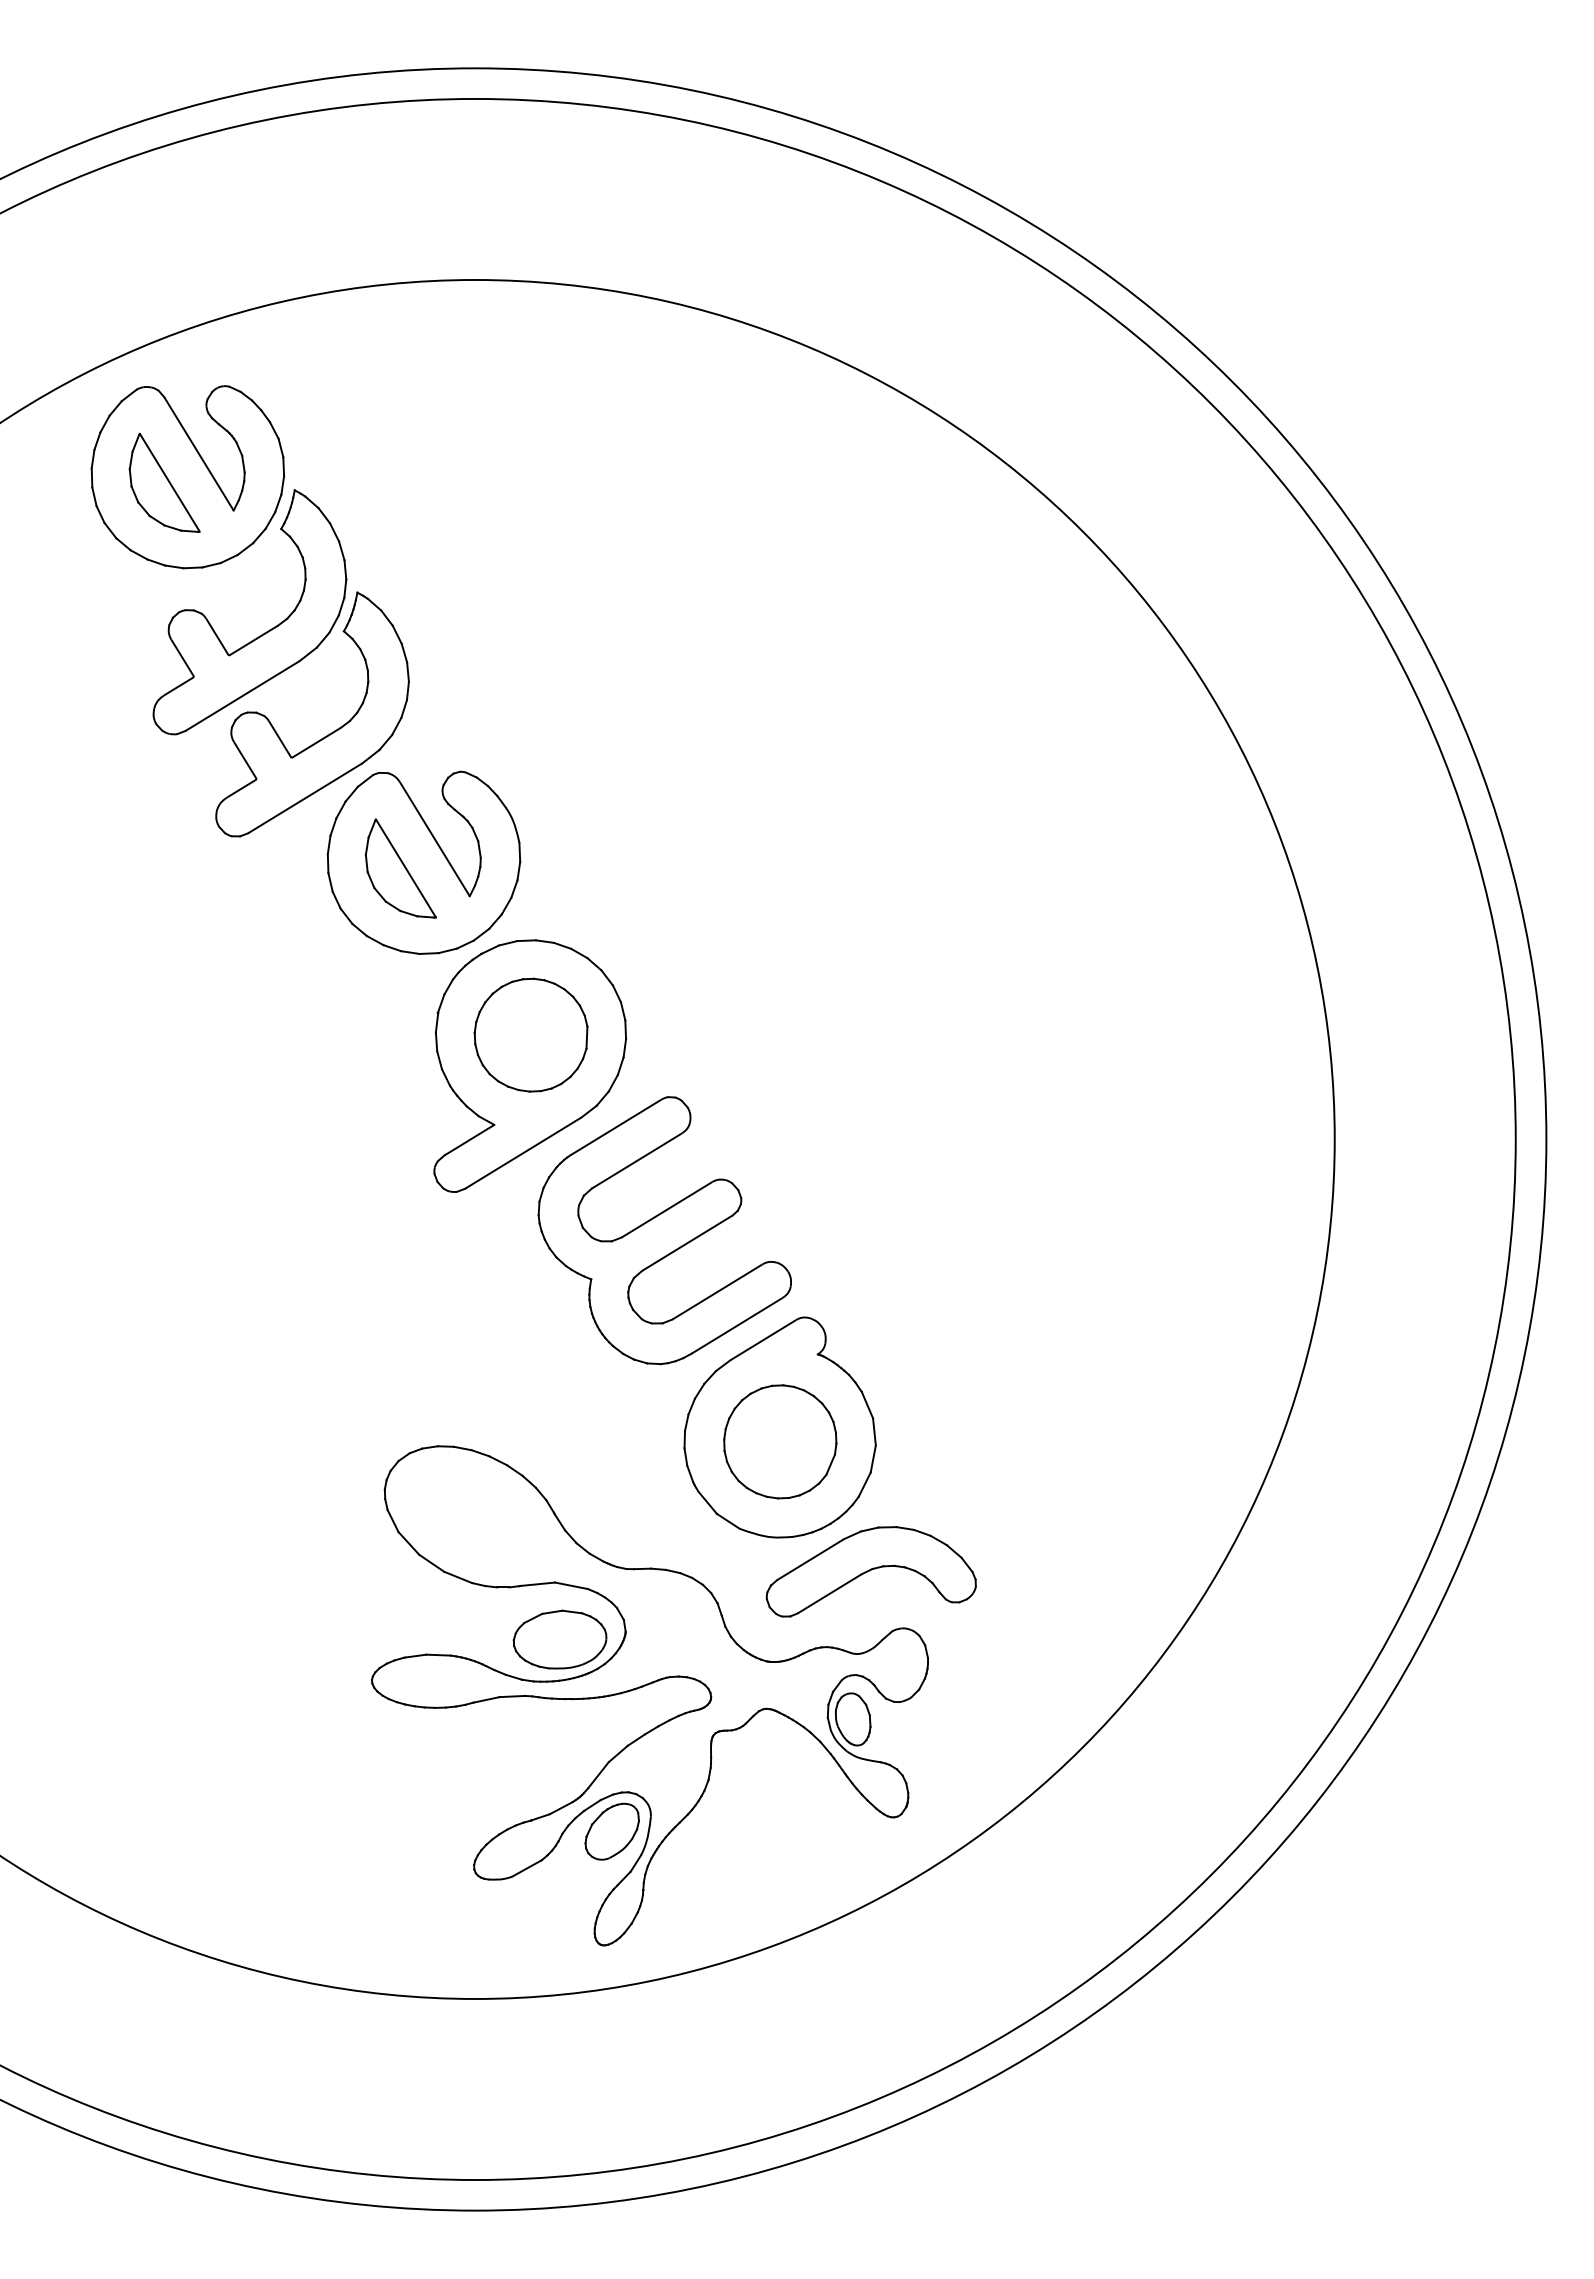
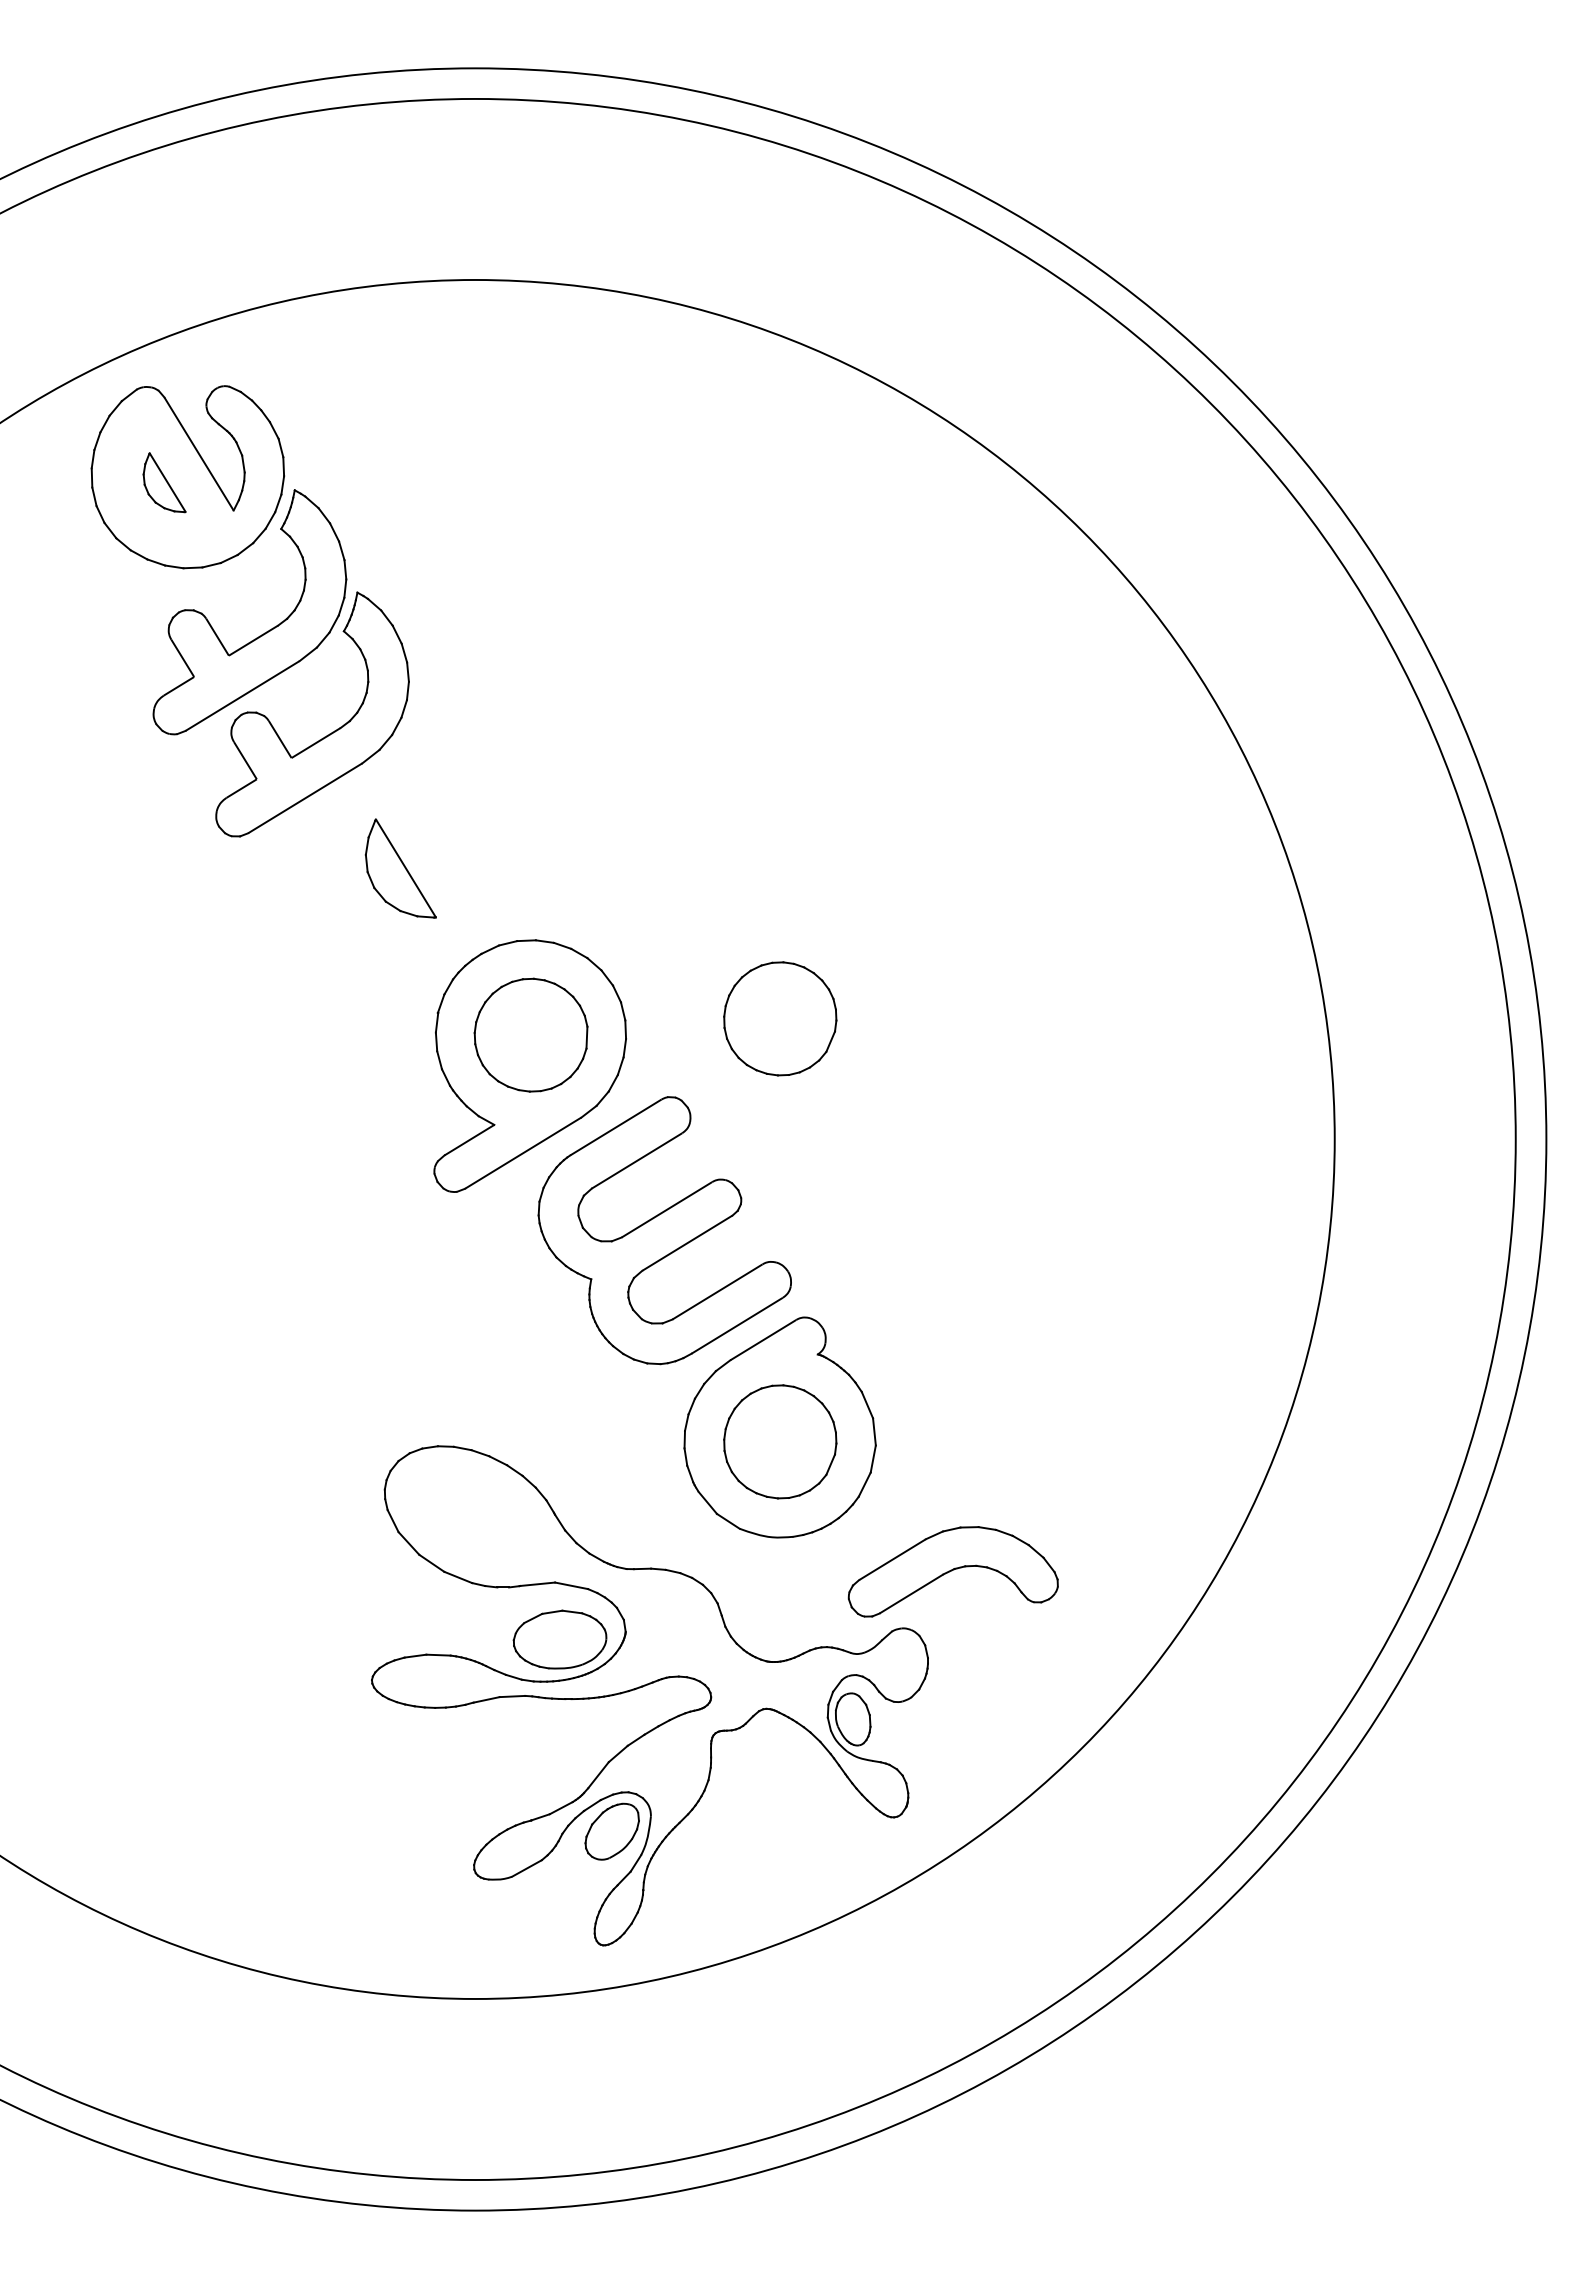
part at (164, 482) size: 73x101 px -> 45x62 px
part at (423, 862): present -> none
part at (780, 1018): none -> present
part at (870, 1571) position: (870, 1571) -> (952, 1571)
